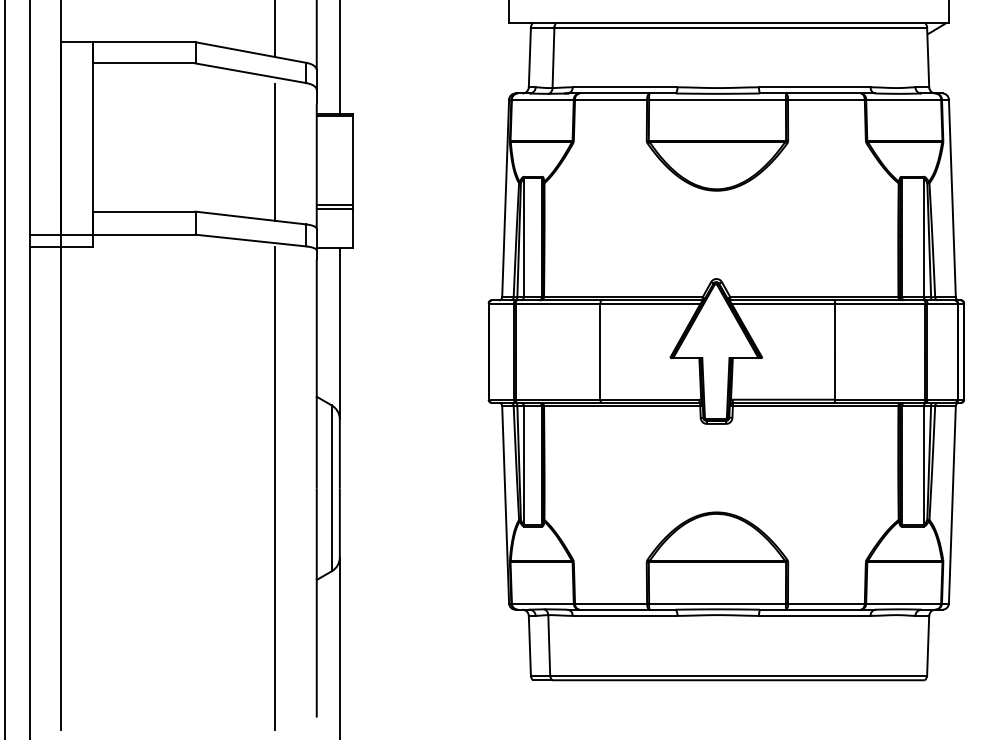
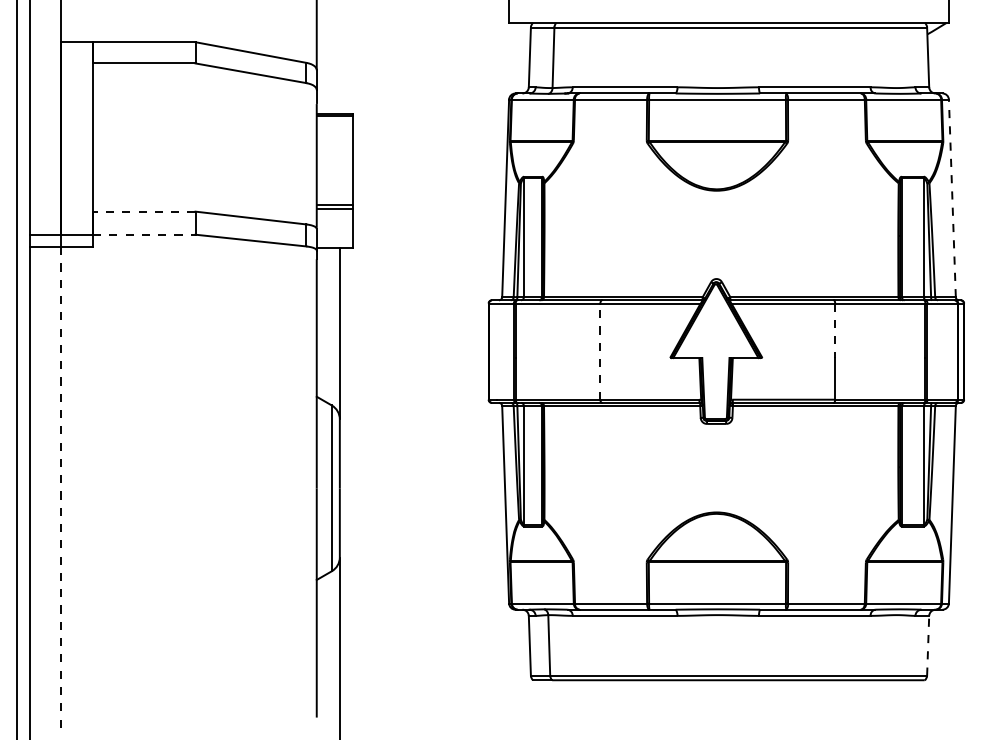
line at (275, 29): present -> none
line at (340, 58): present -> none
line at (275, 152): present -> none
line at (952, 198): solid -> dashed
line at (143, 211): solid -> dashed
line at (144, 234): solid -> dashed
line at (835, 331): solid -> dashed
line at (600, 351): solid -> dashed
line at (5, 369) position: (5, 369) -> (17, 369)
line at (61, 488): solid -> dashed
line at (275, 488): present -> none
line at (928, 645): solid -> dashed
